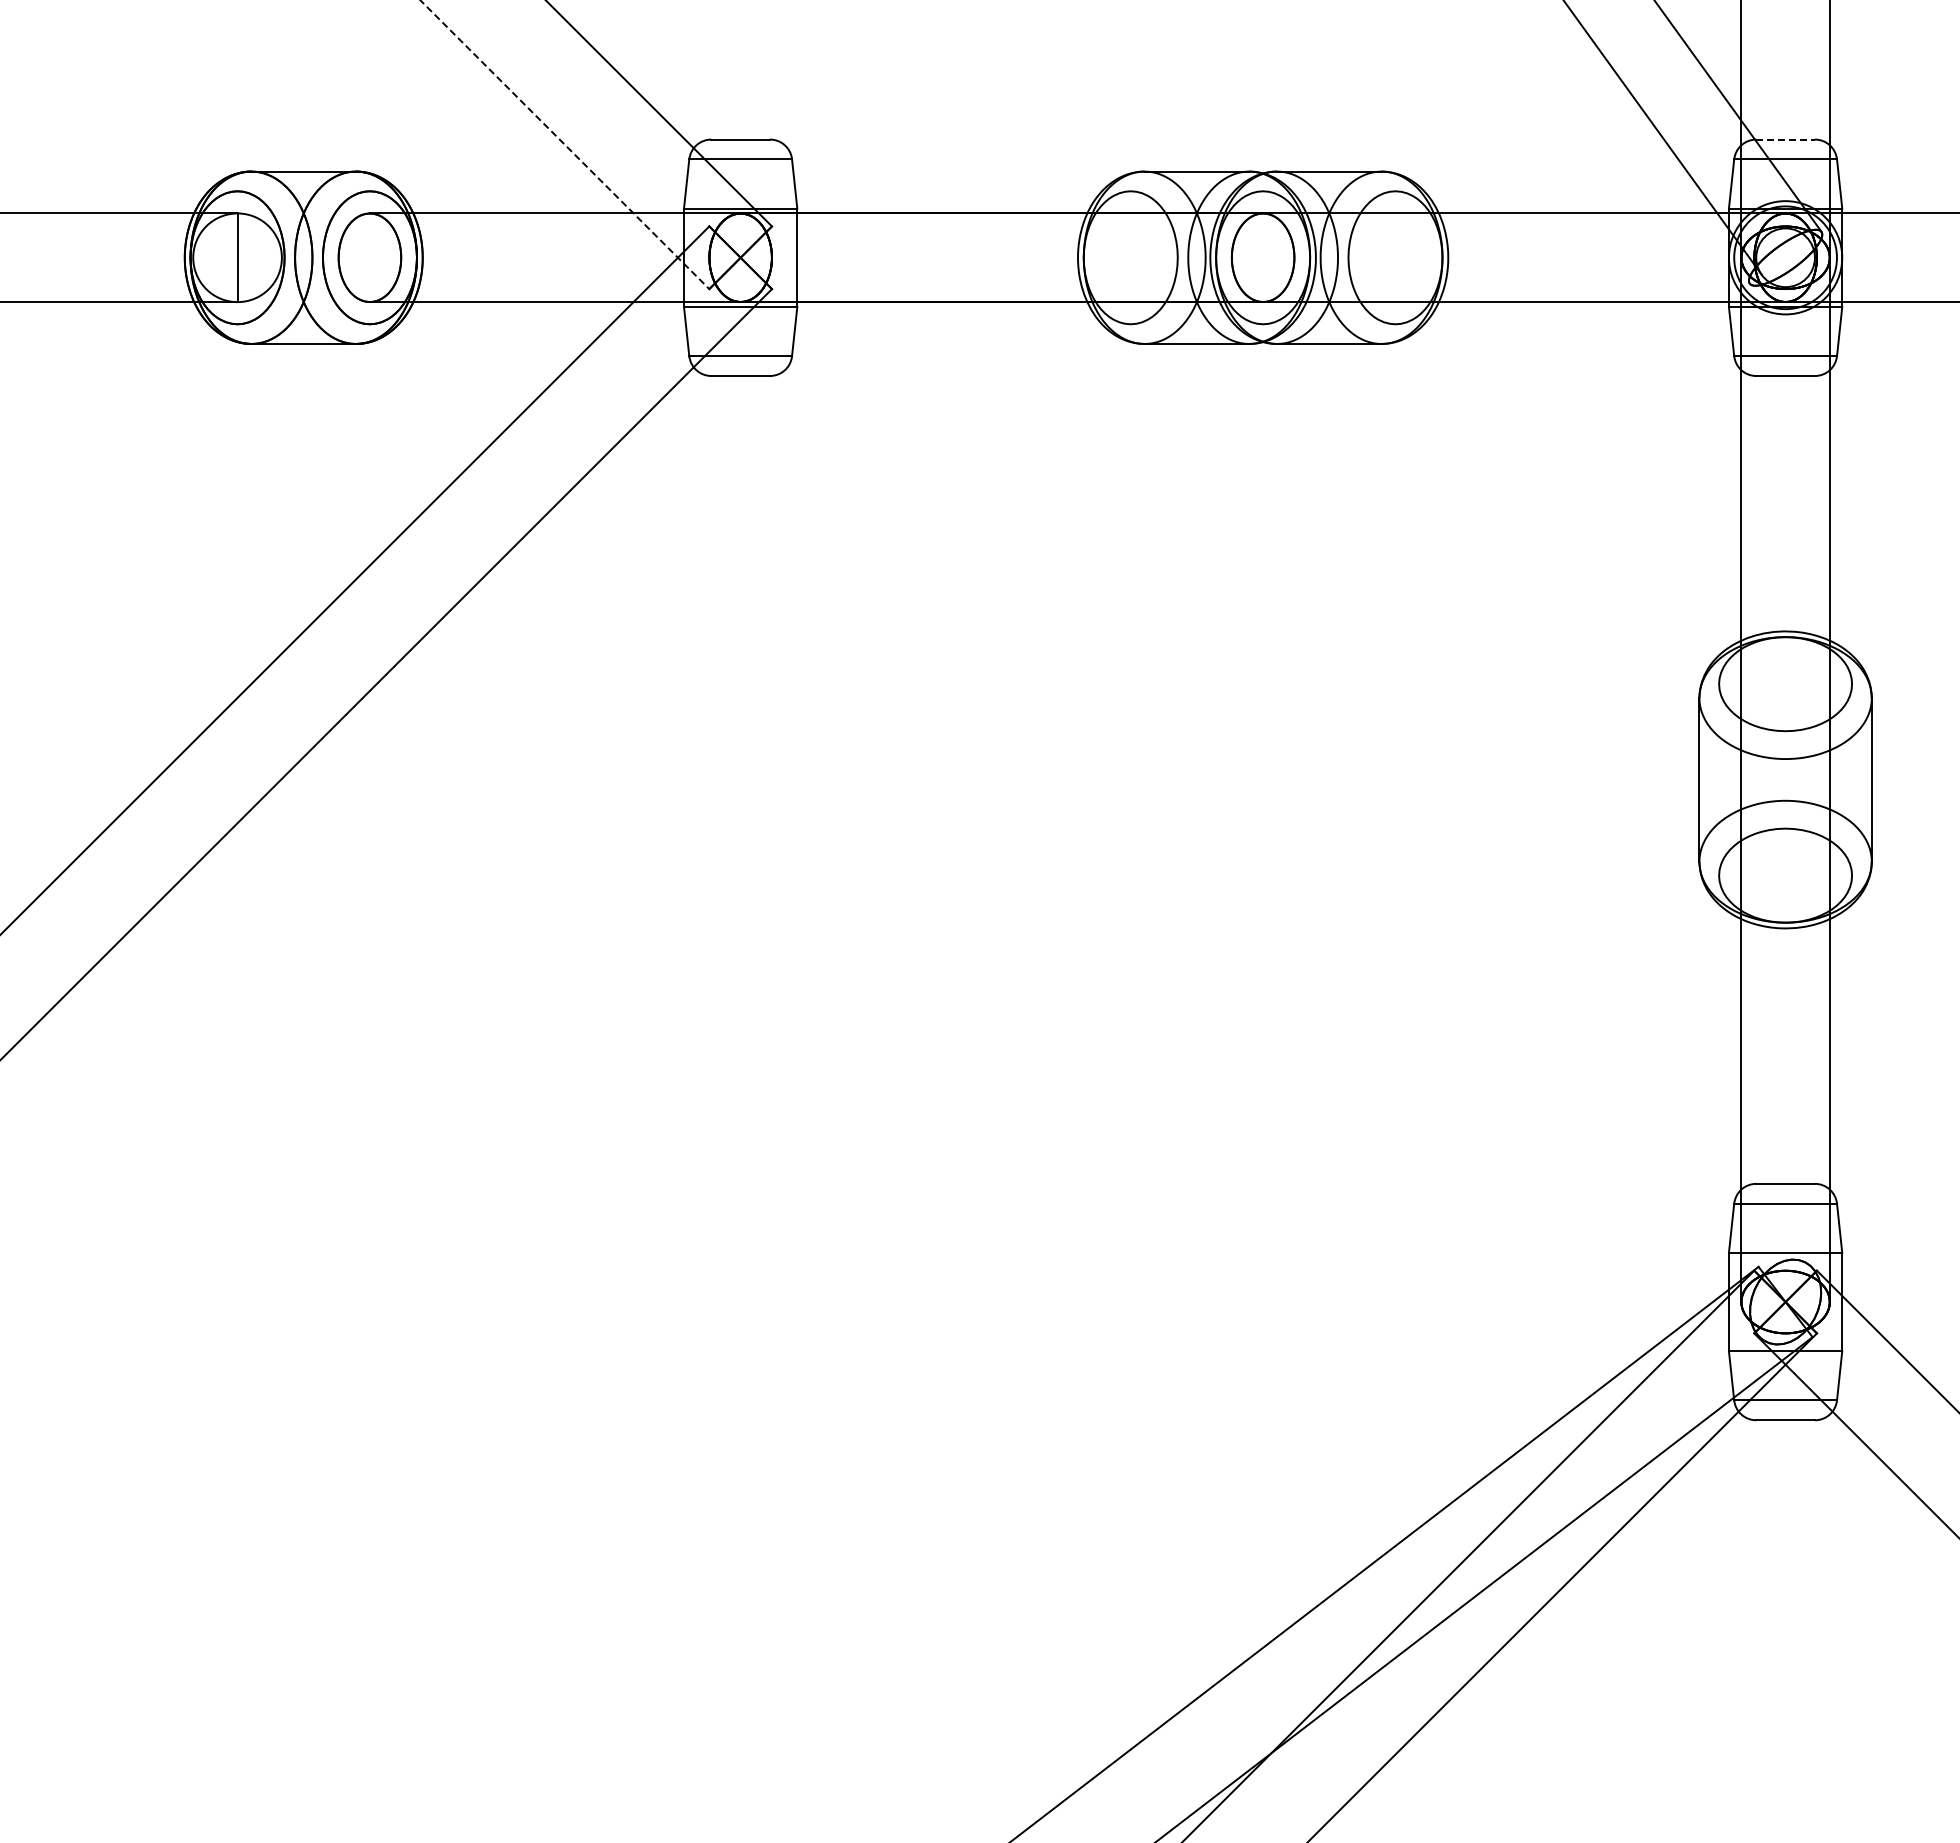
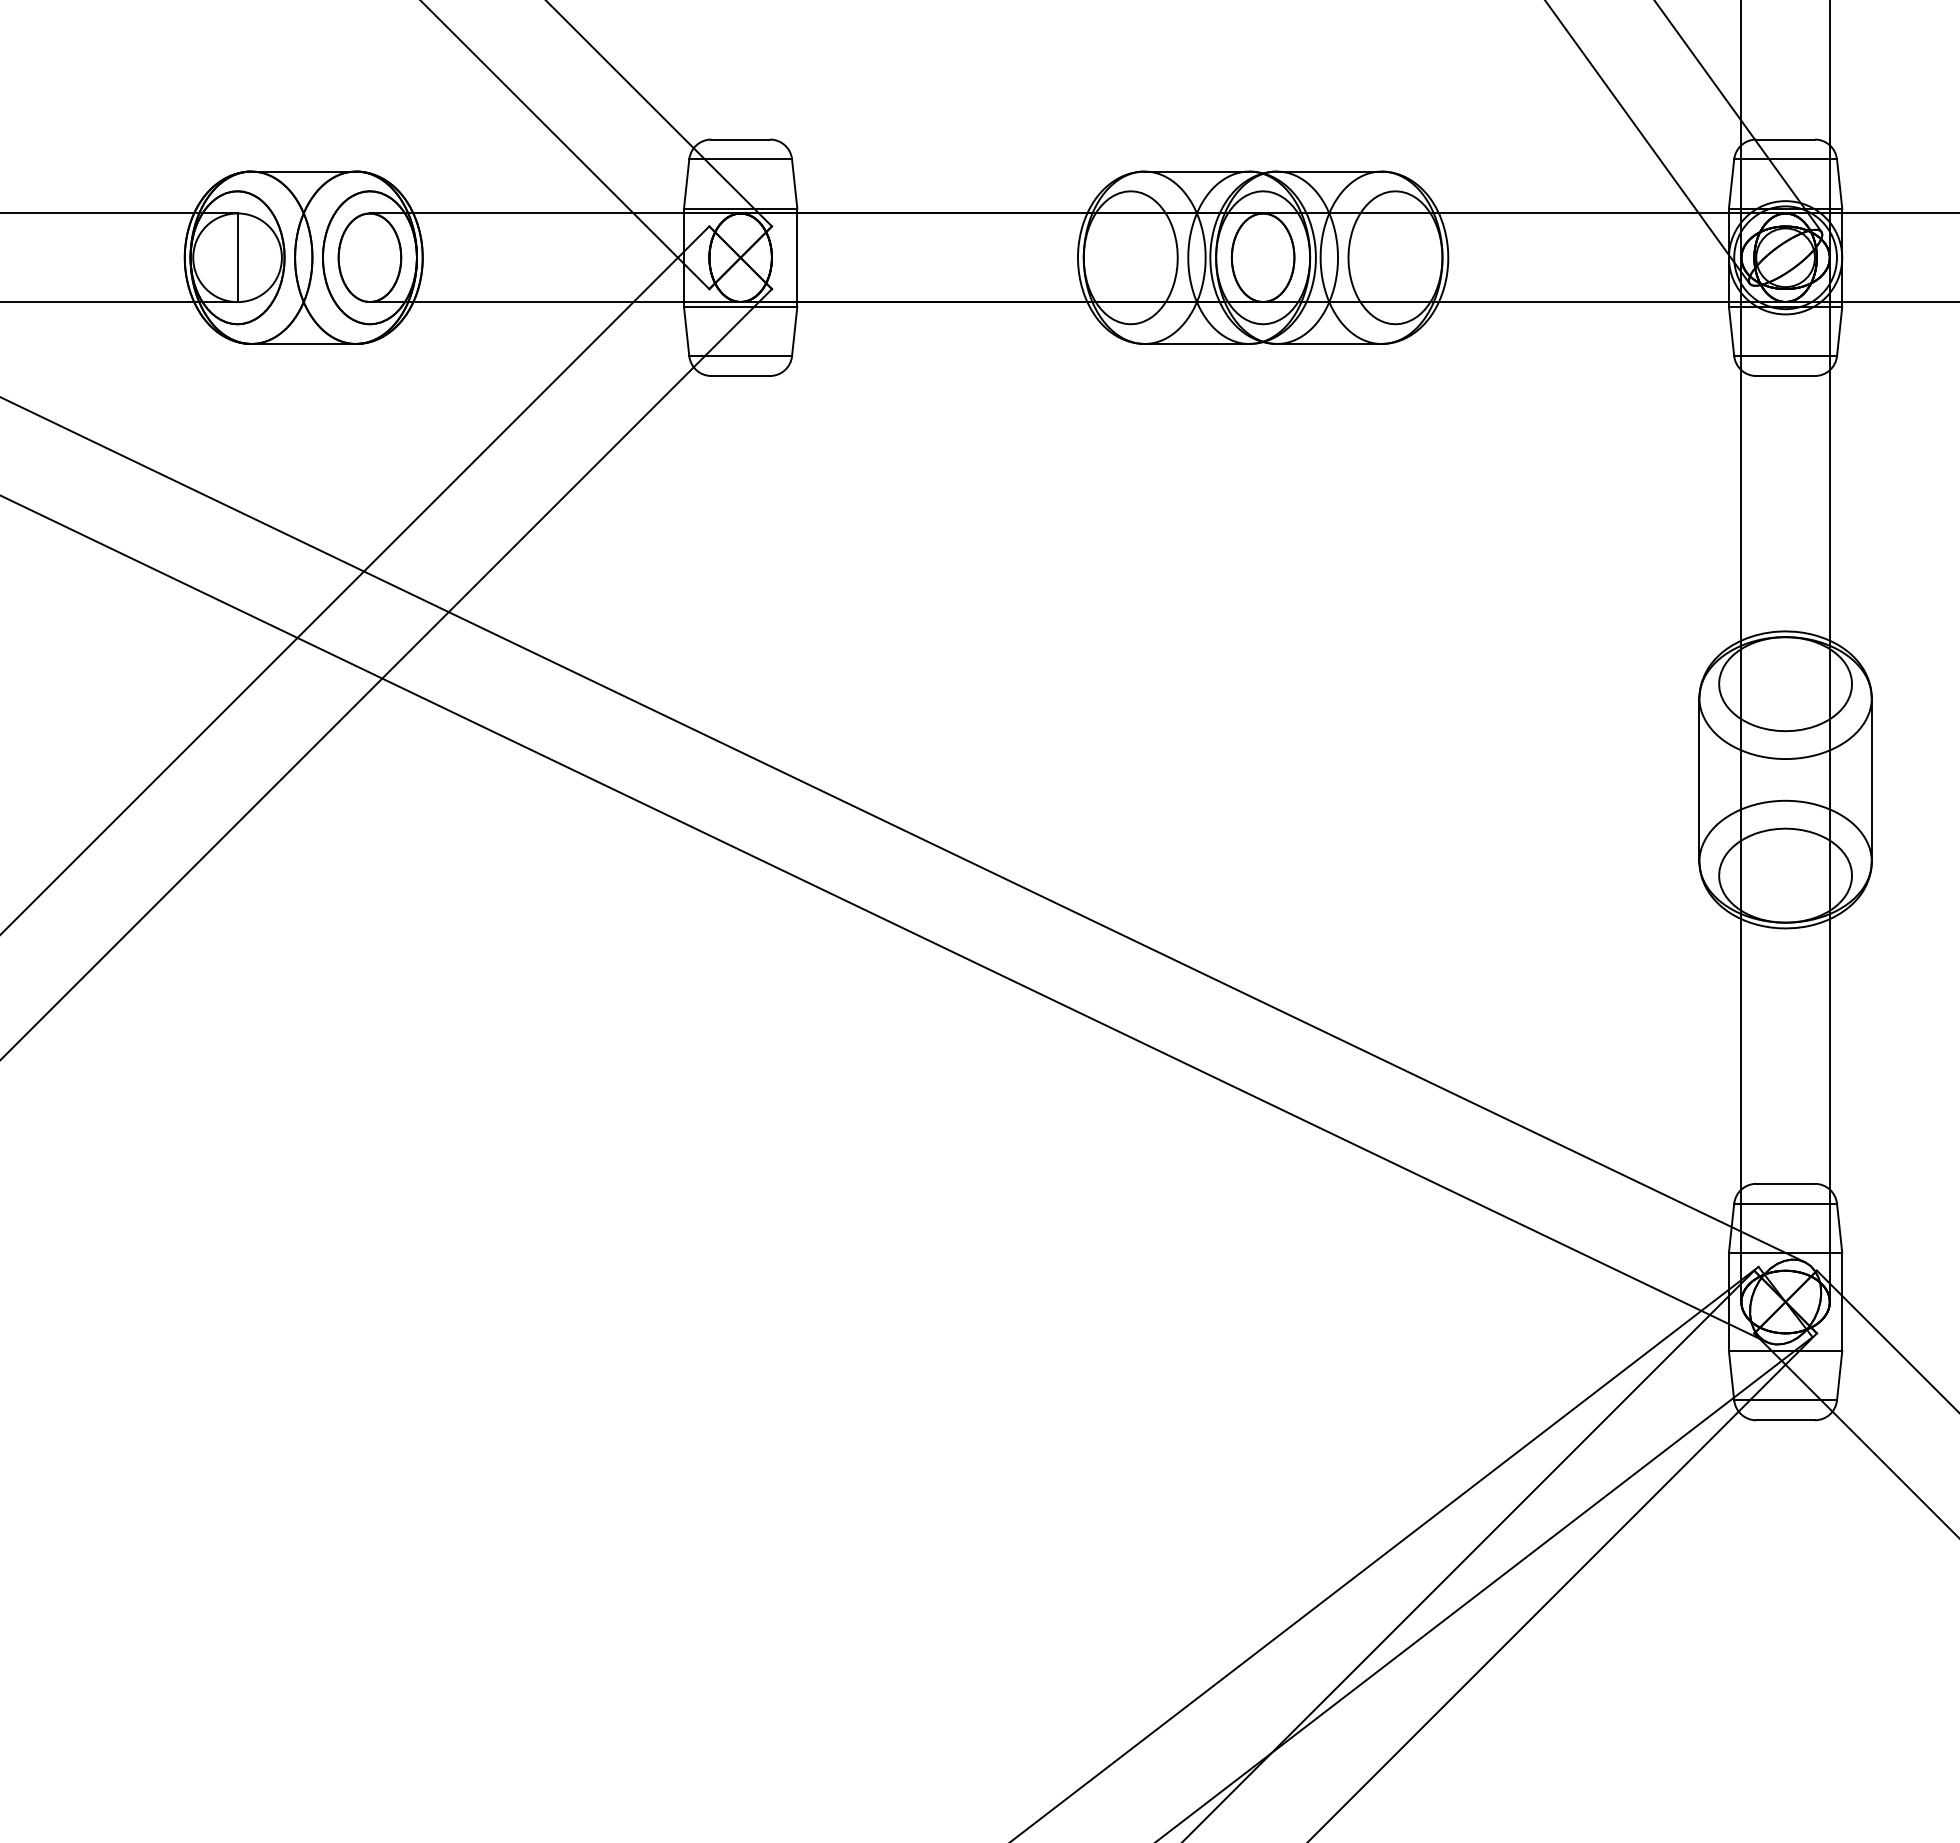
line at (1662, 138) position: (1662, 138) -> (1647, 142)
line at (1786, 139): dashed -> solid
line at (565, 144): dashed -> solid
line at (903, 830): none -> present
line at (884, 919): none -> present
